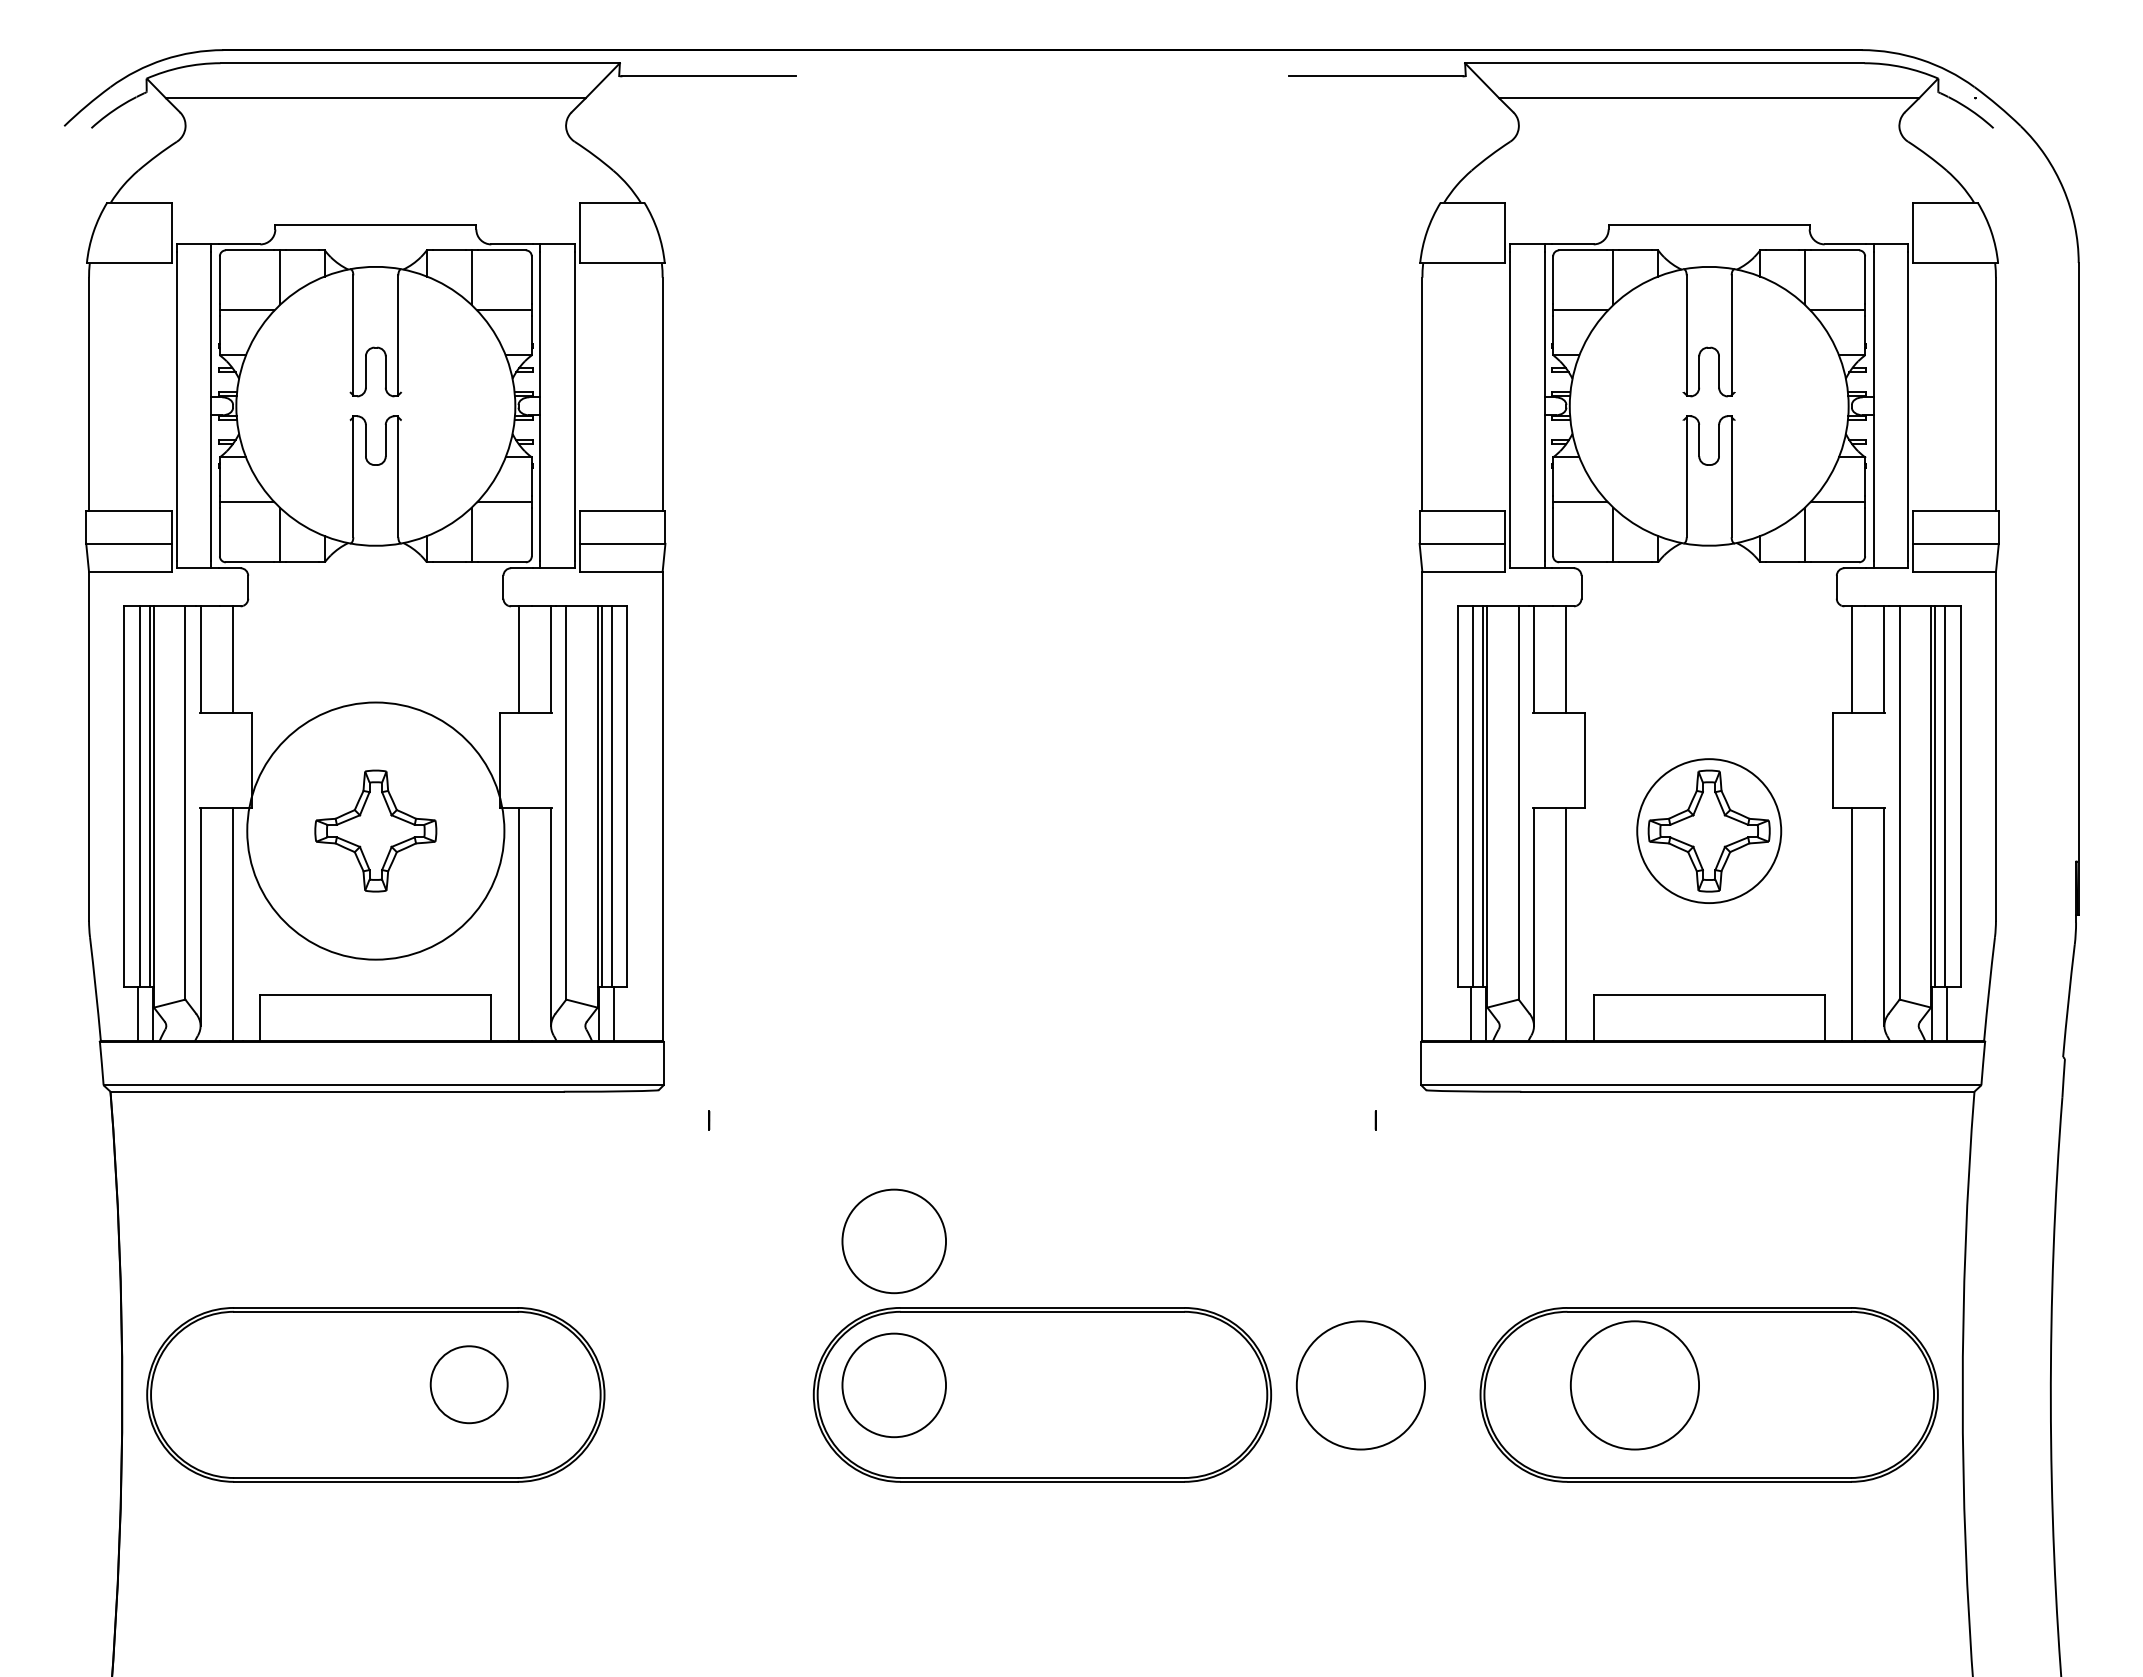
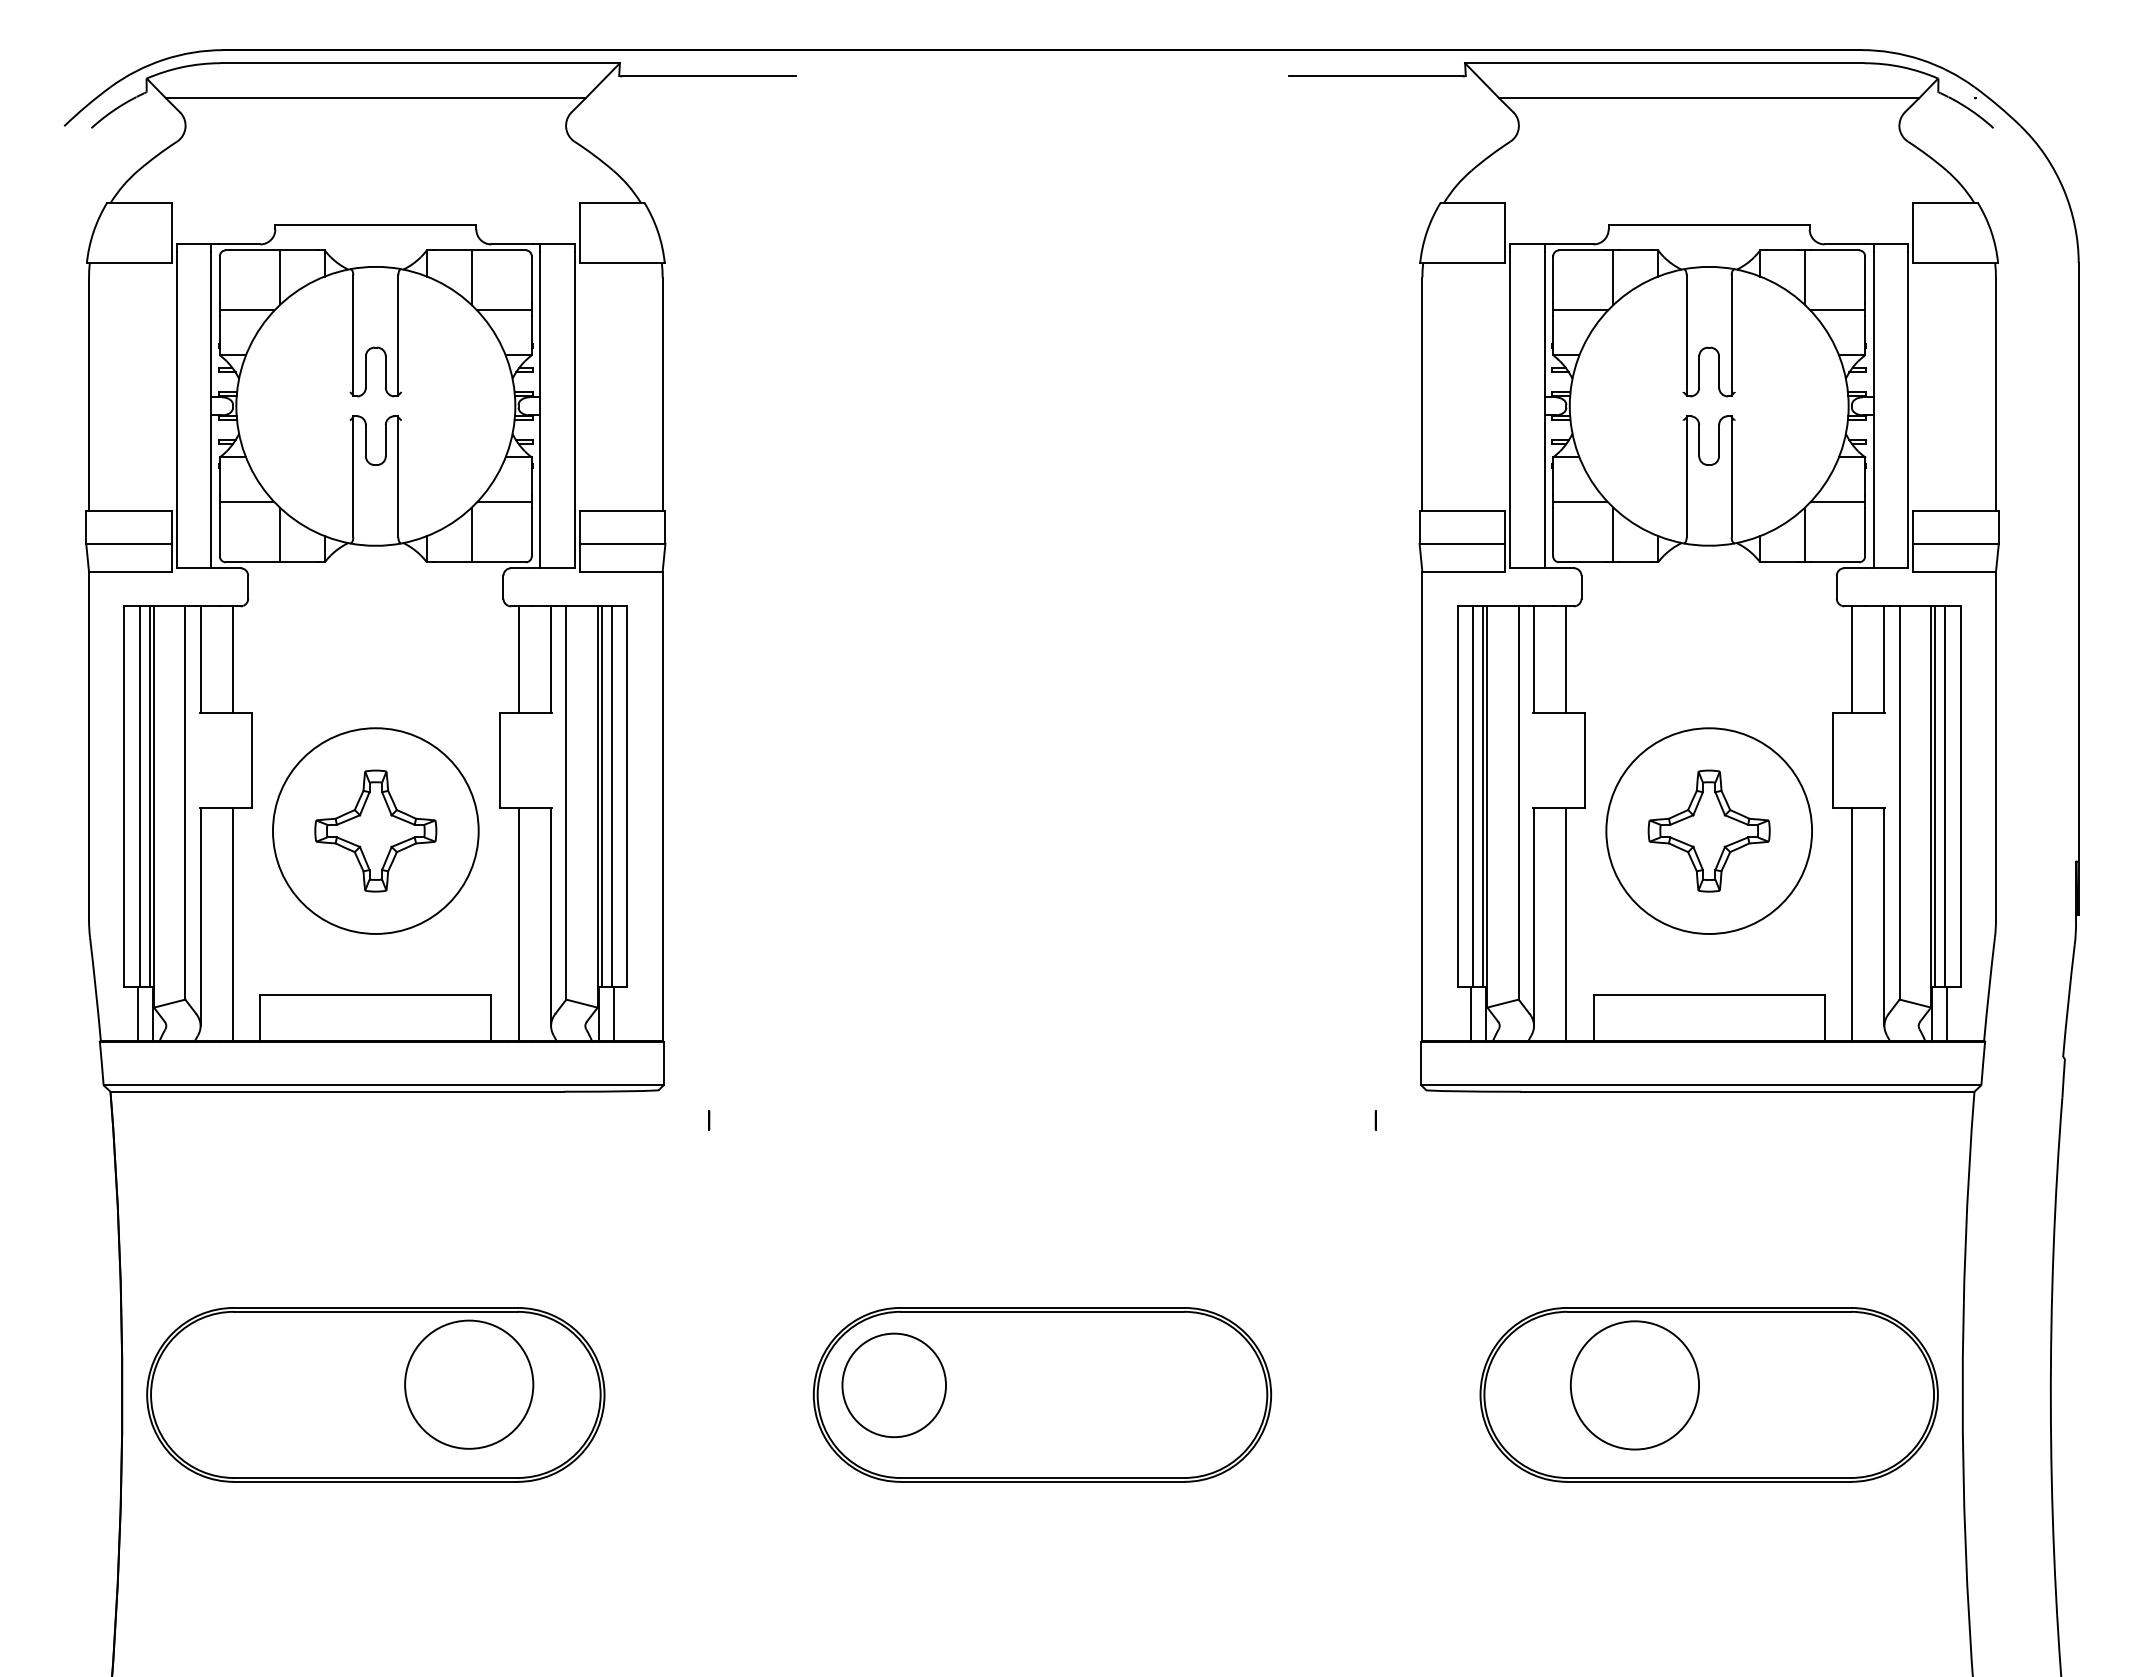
circle at (375, 830) diameter: 257 px -> 206 px
circle at (1709, 831) diameter: 144 px -> 206 px
circle at (893, 1241): present -> none
circle at (468, 1384) diameter: 77 px -> 128 px
circle at (1360, 1385): present -> none
